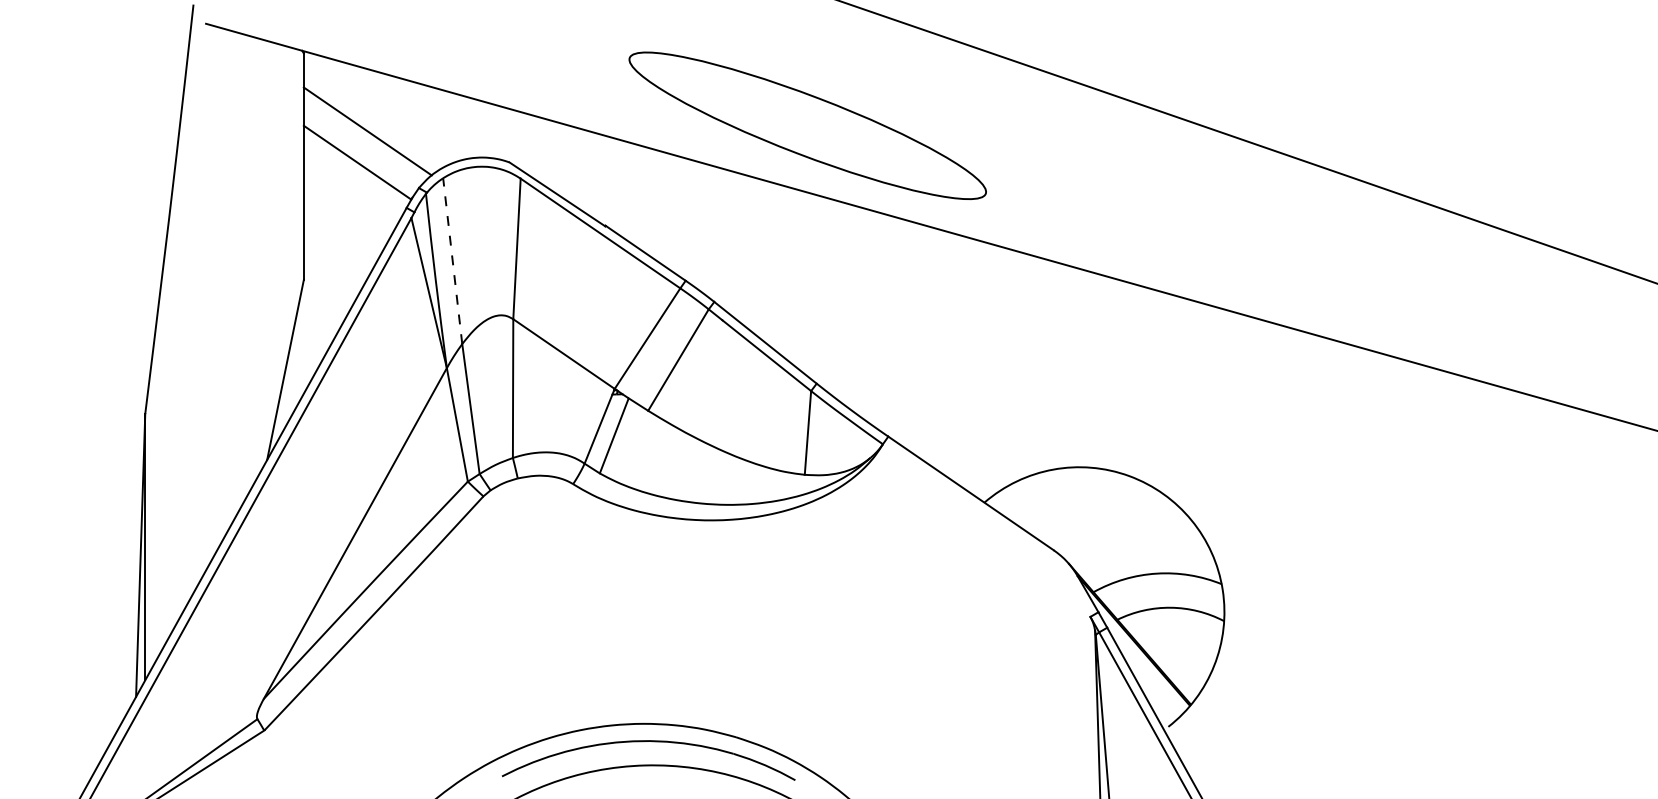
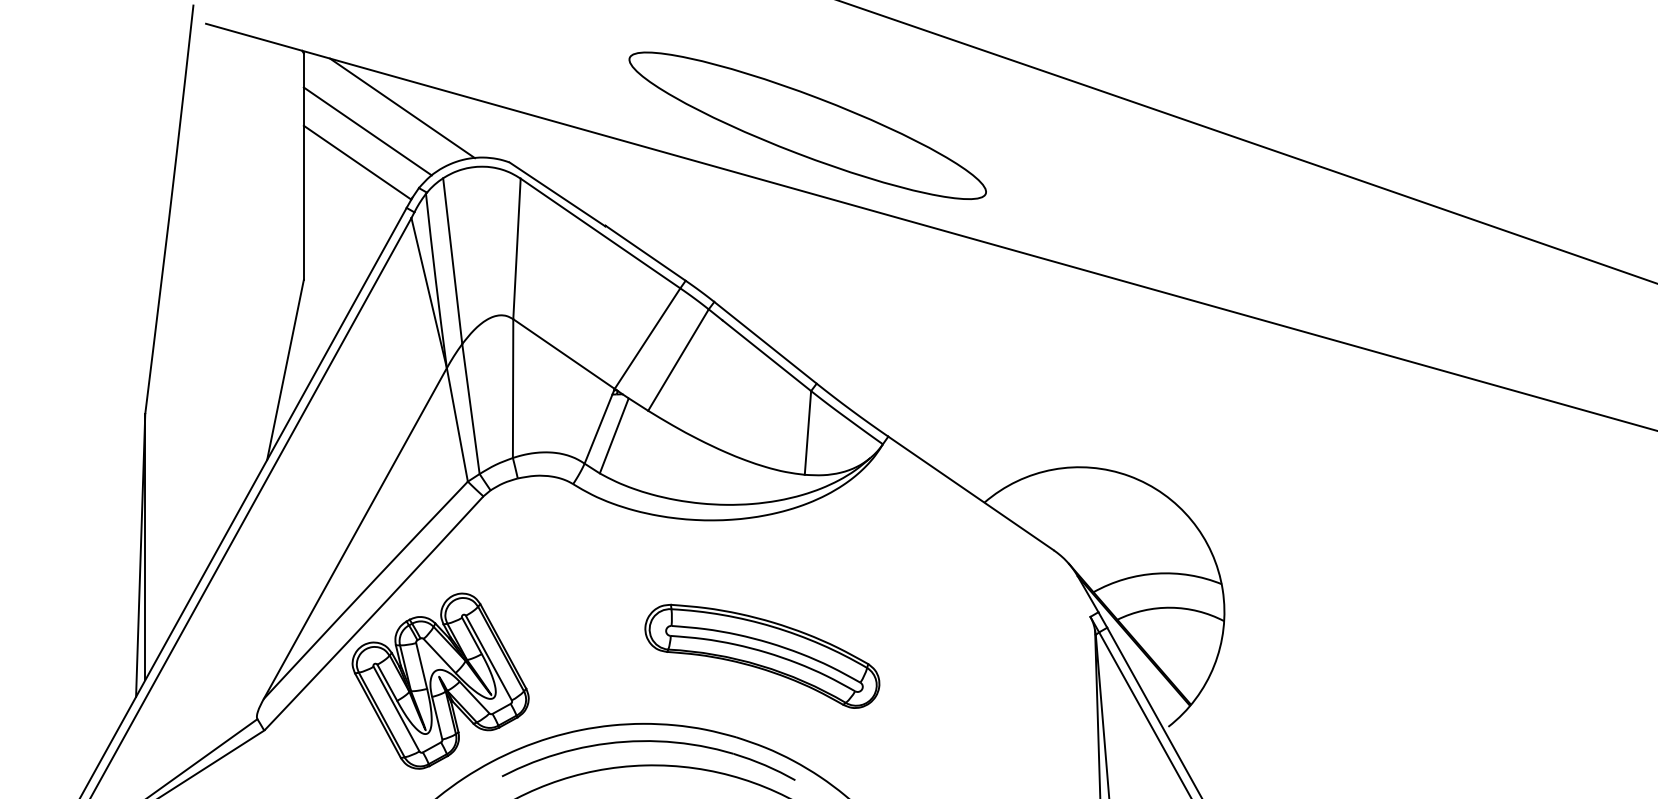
line at (402, 108): none -> present
line at (452, 260): dashed -> solid
part at (762, 655): none -> present
part at (440, 680): none -> present
